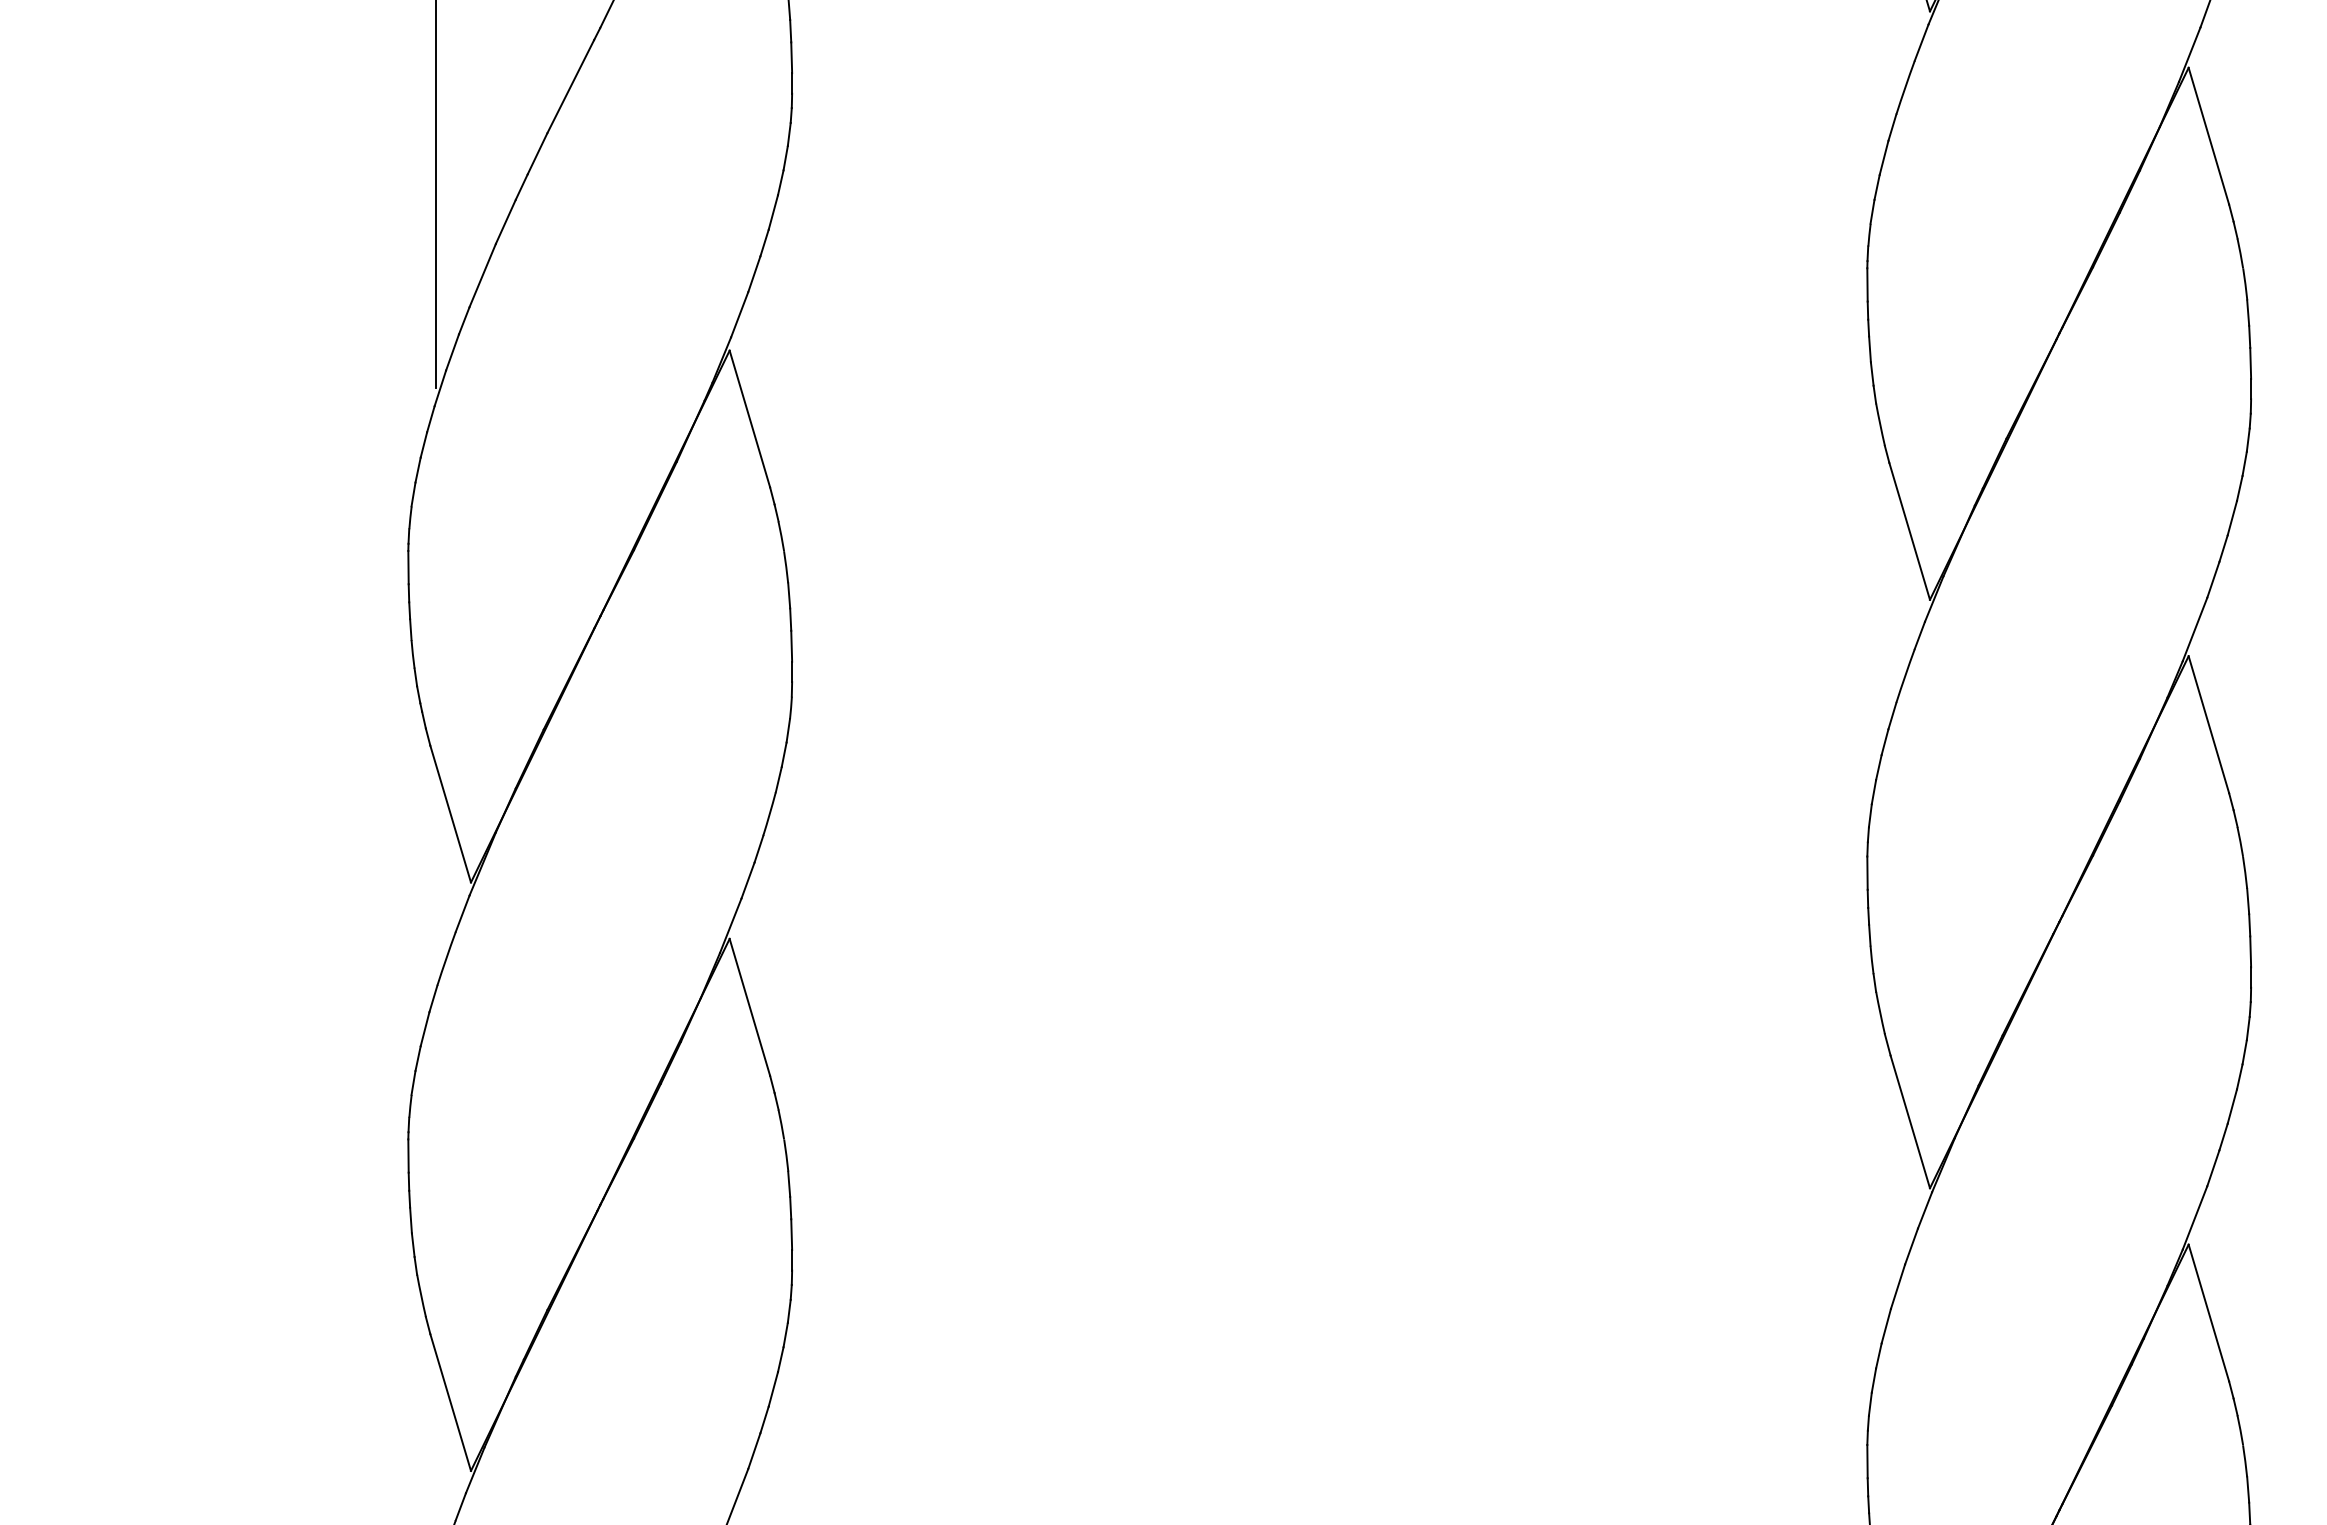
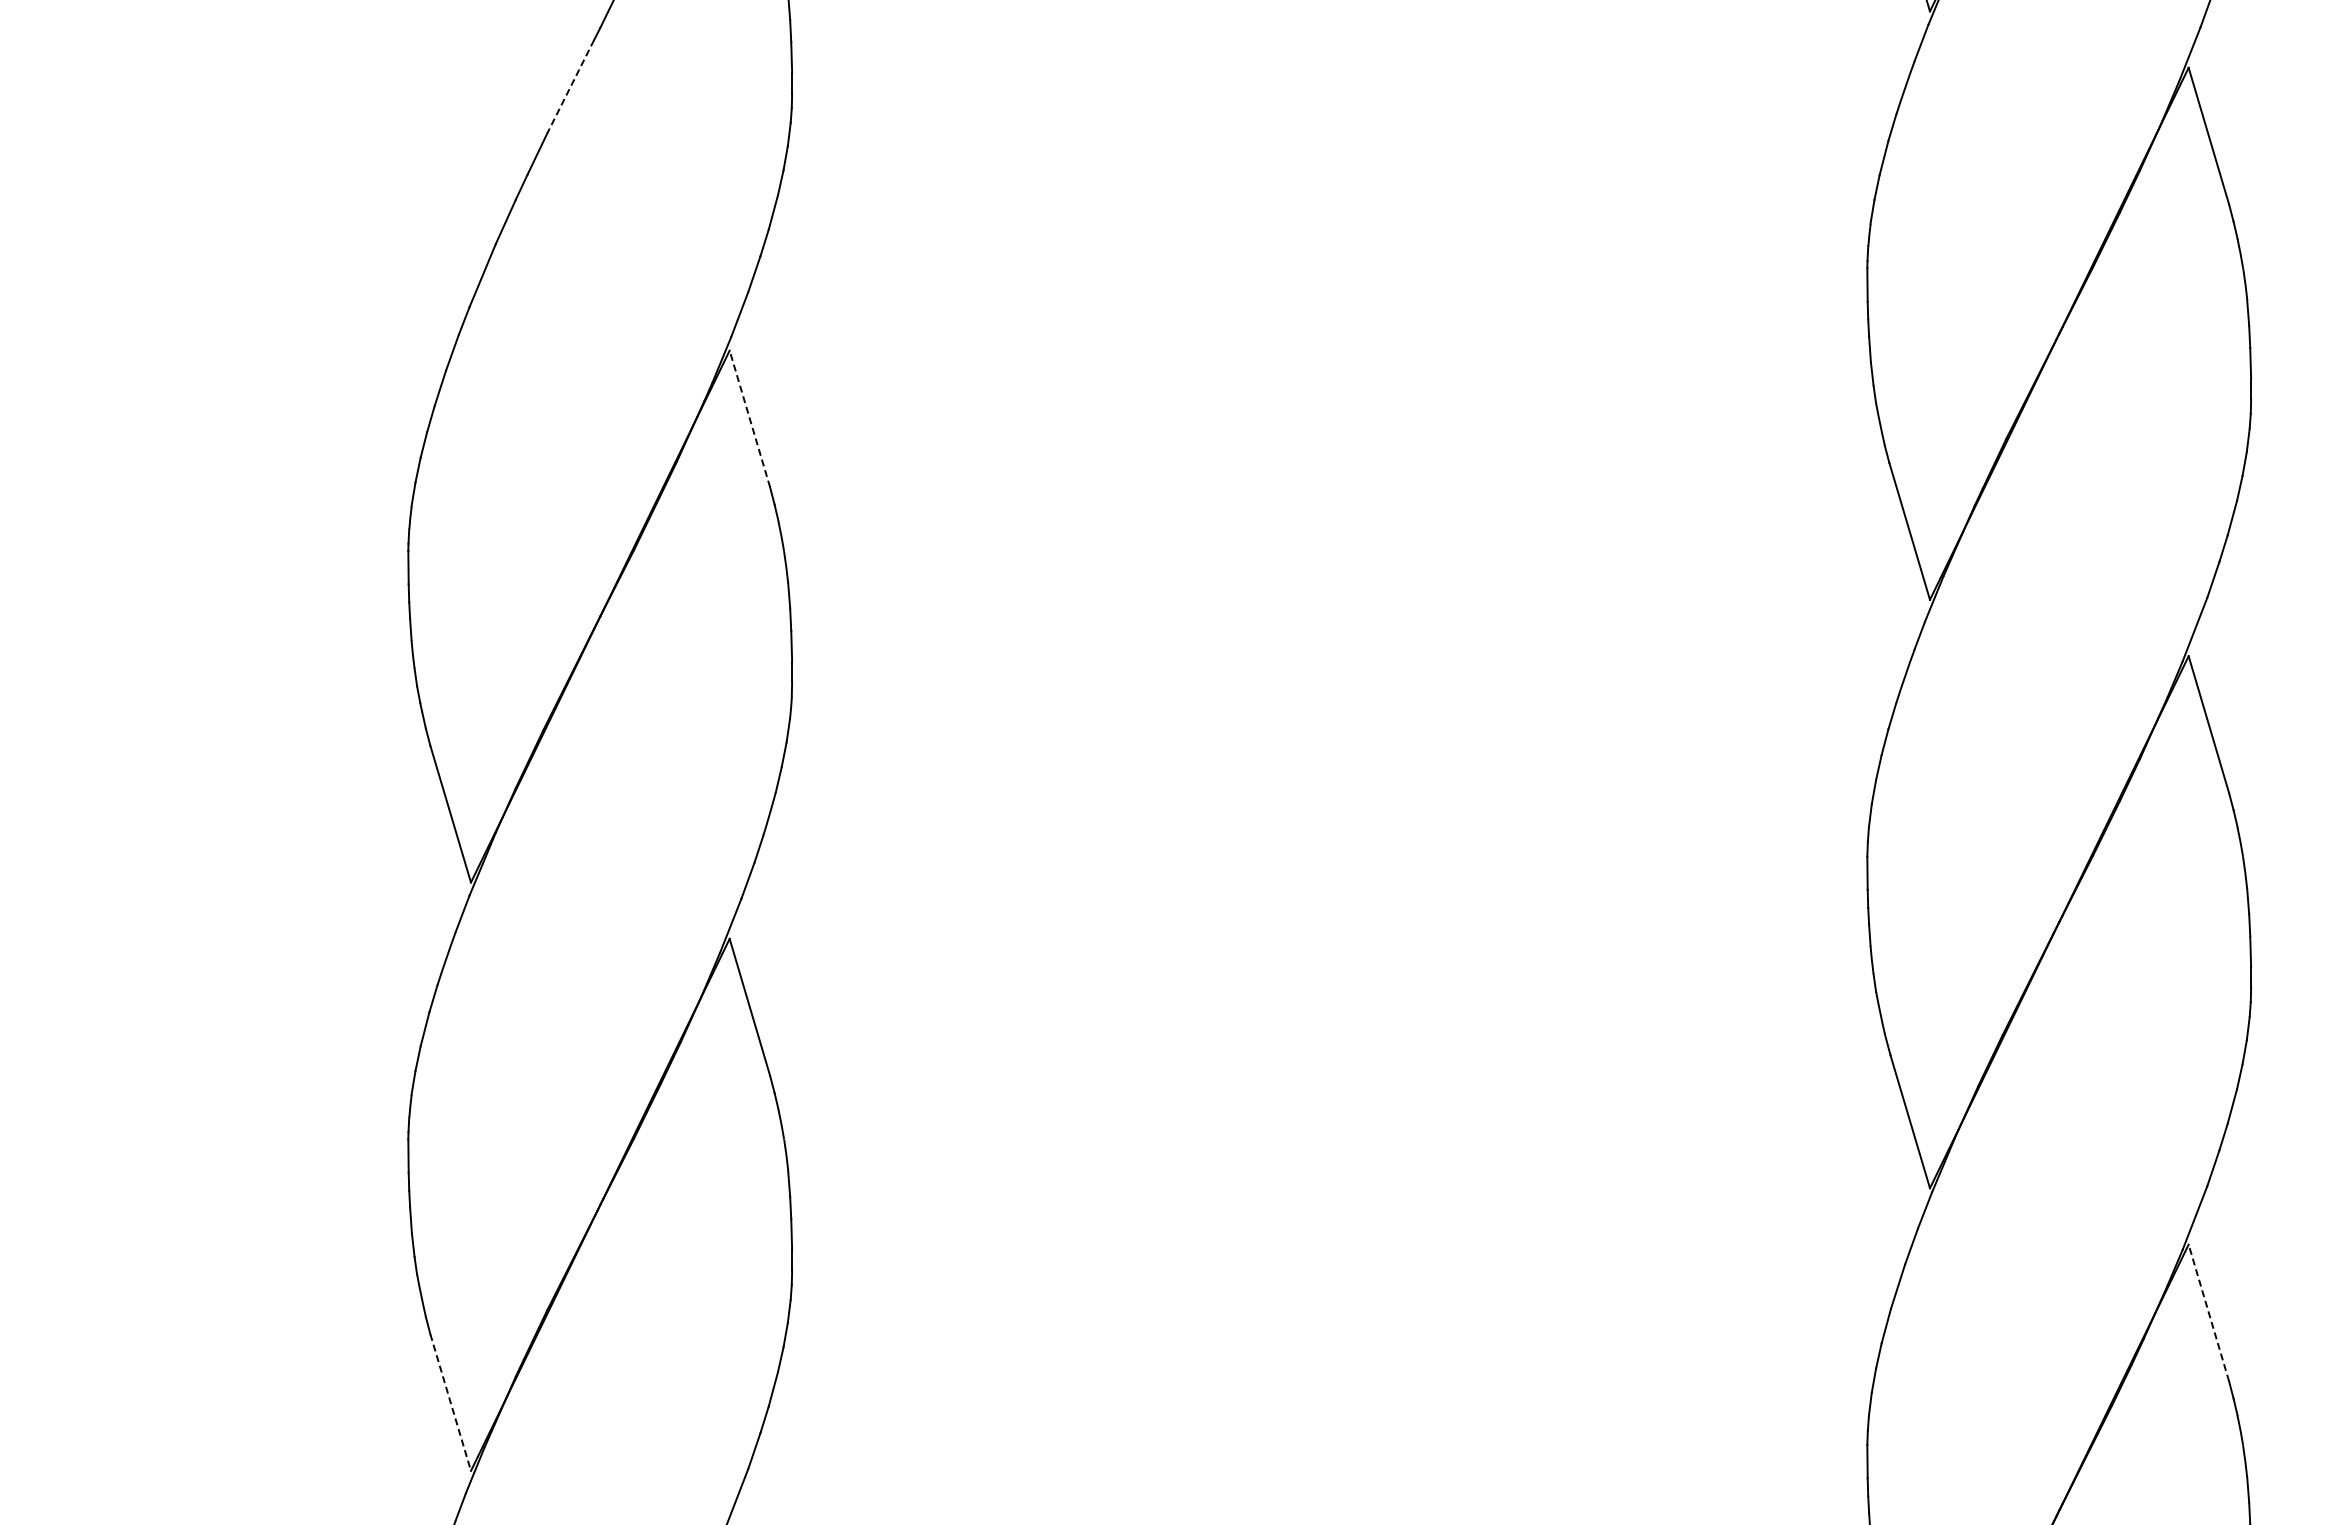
line at (570, 87): solid -> dashed
line at (436, 194): present -> none
line at (749, 418): solid -> dashed
line at (2208, 1312): solid -> dashed
line at (450, 1403): solid -> dashed
